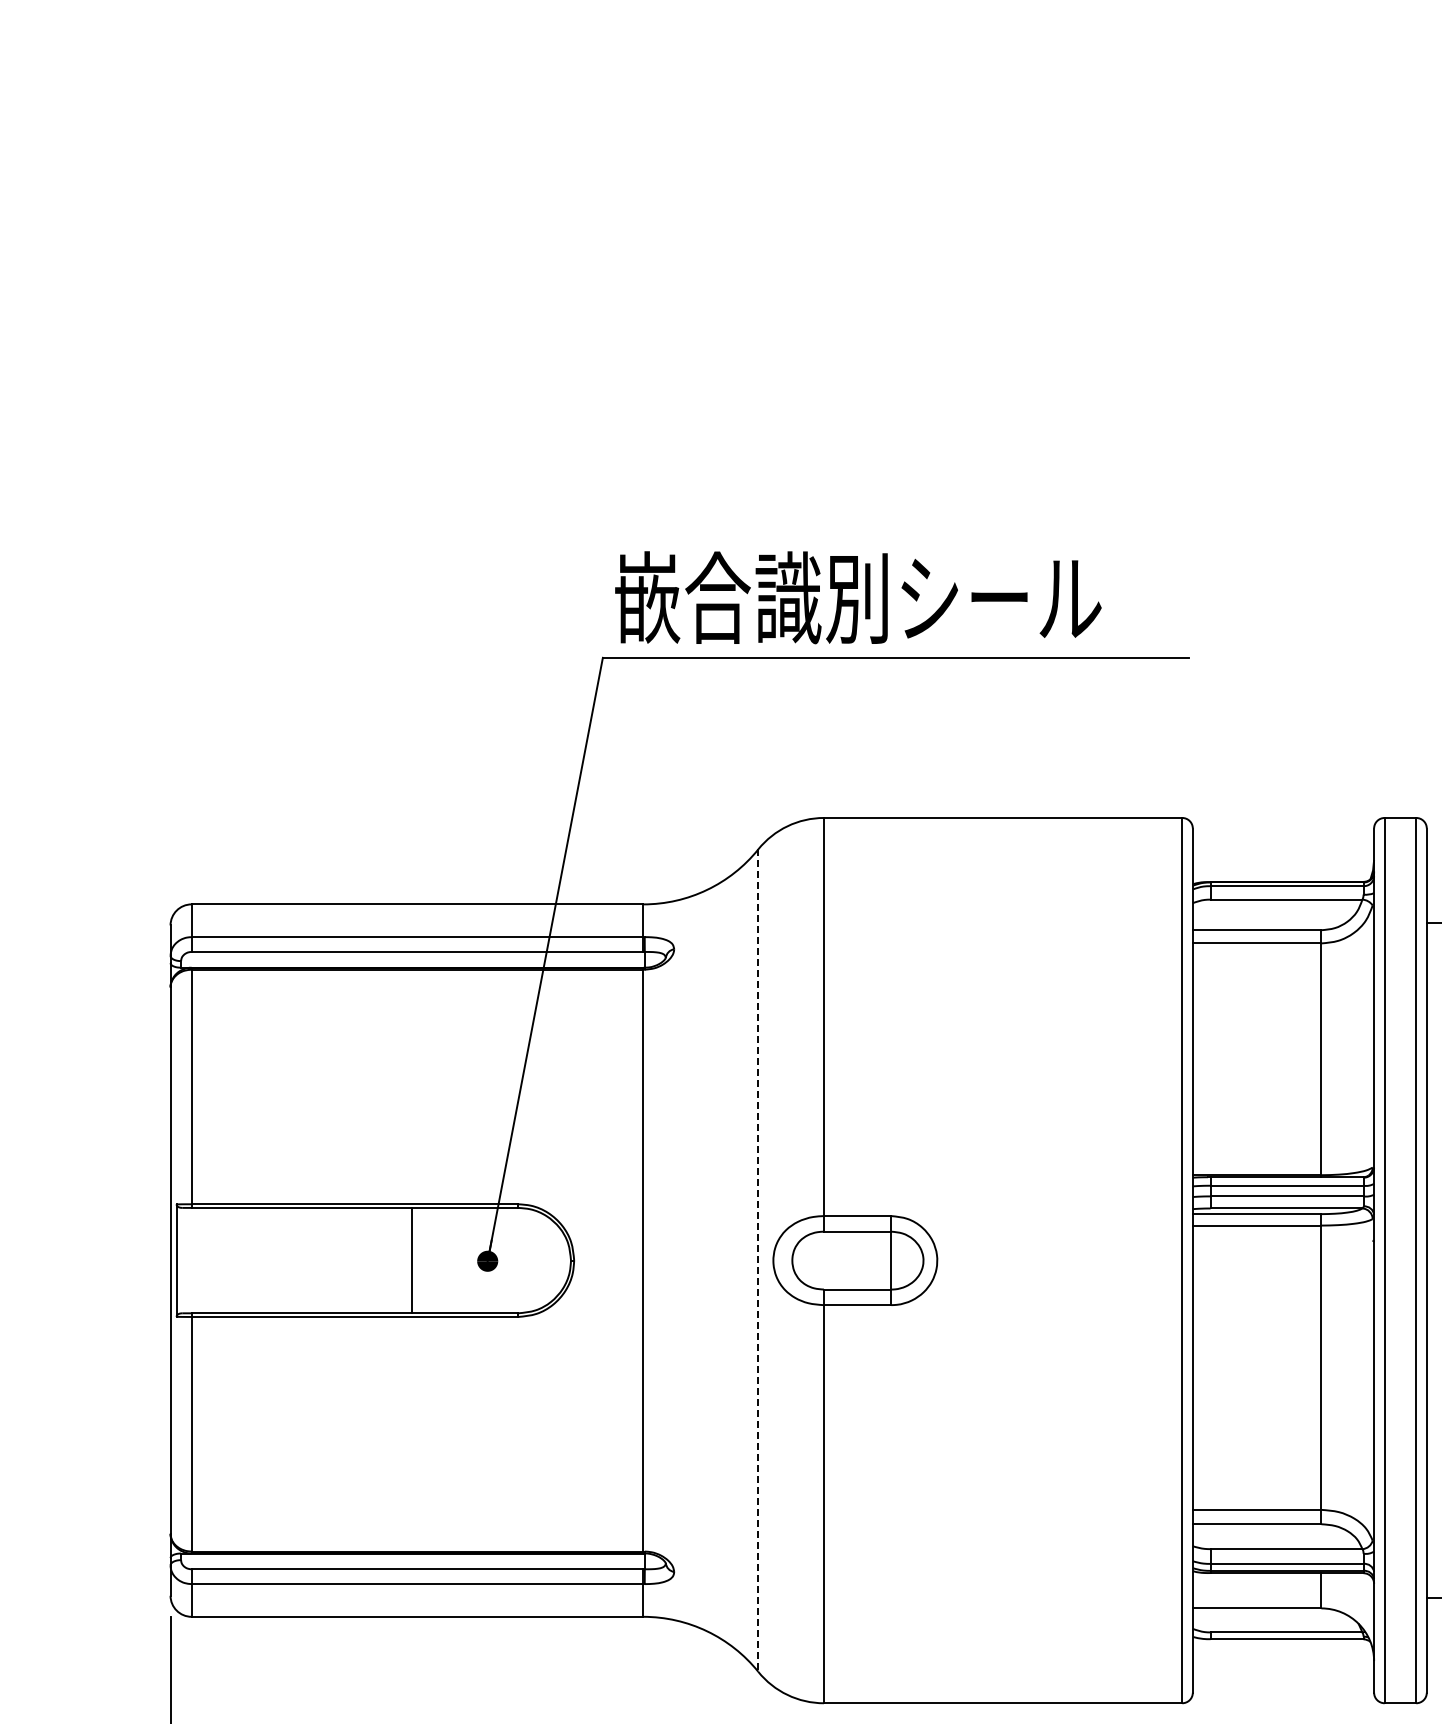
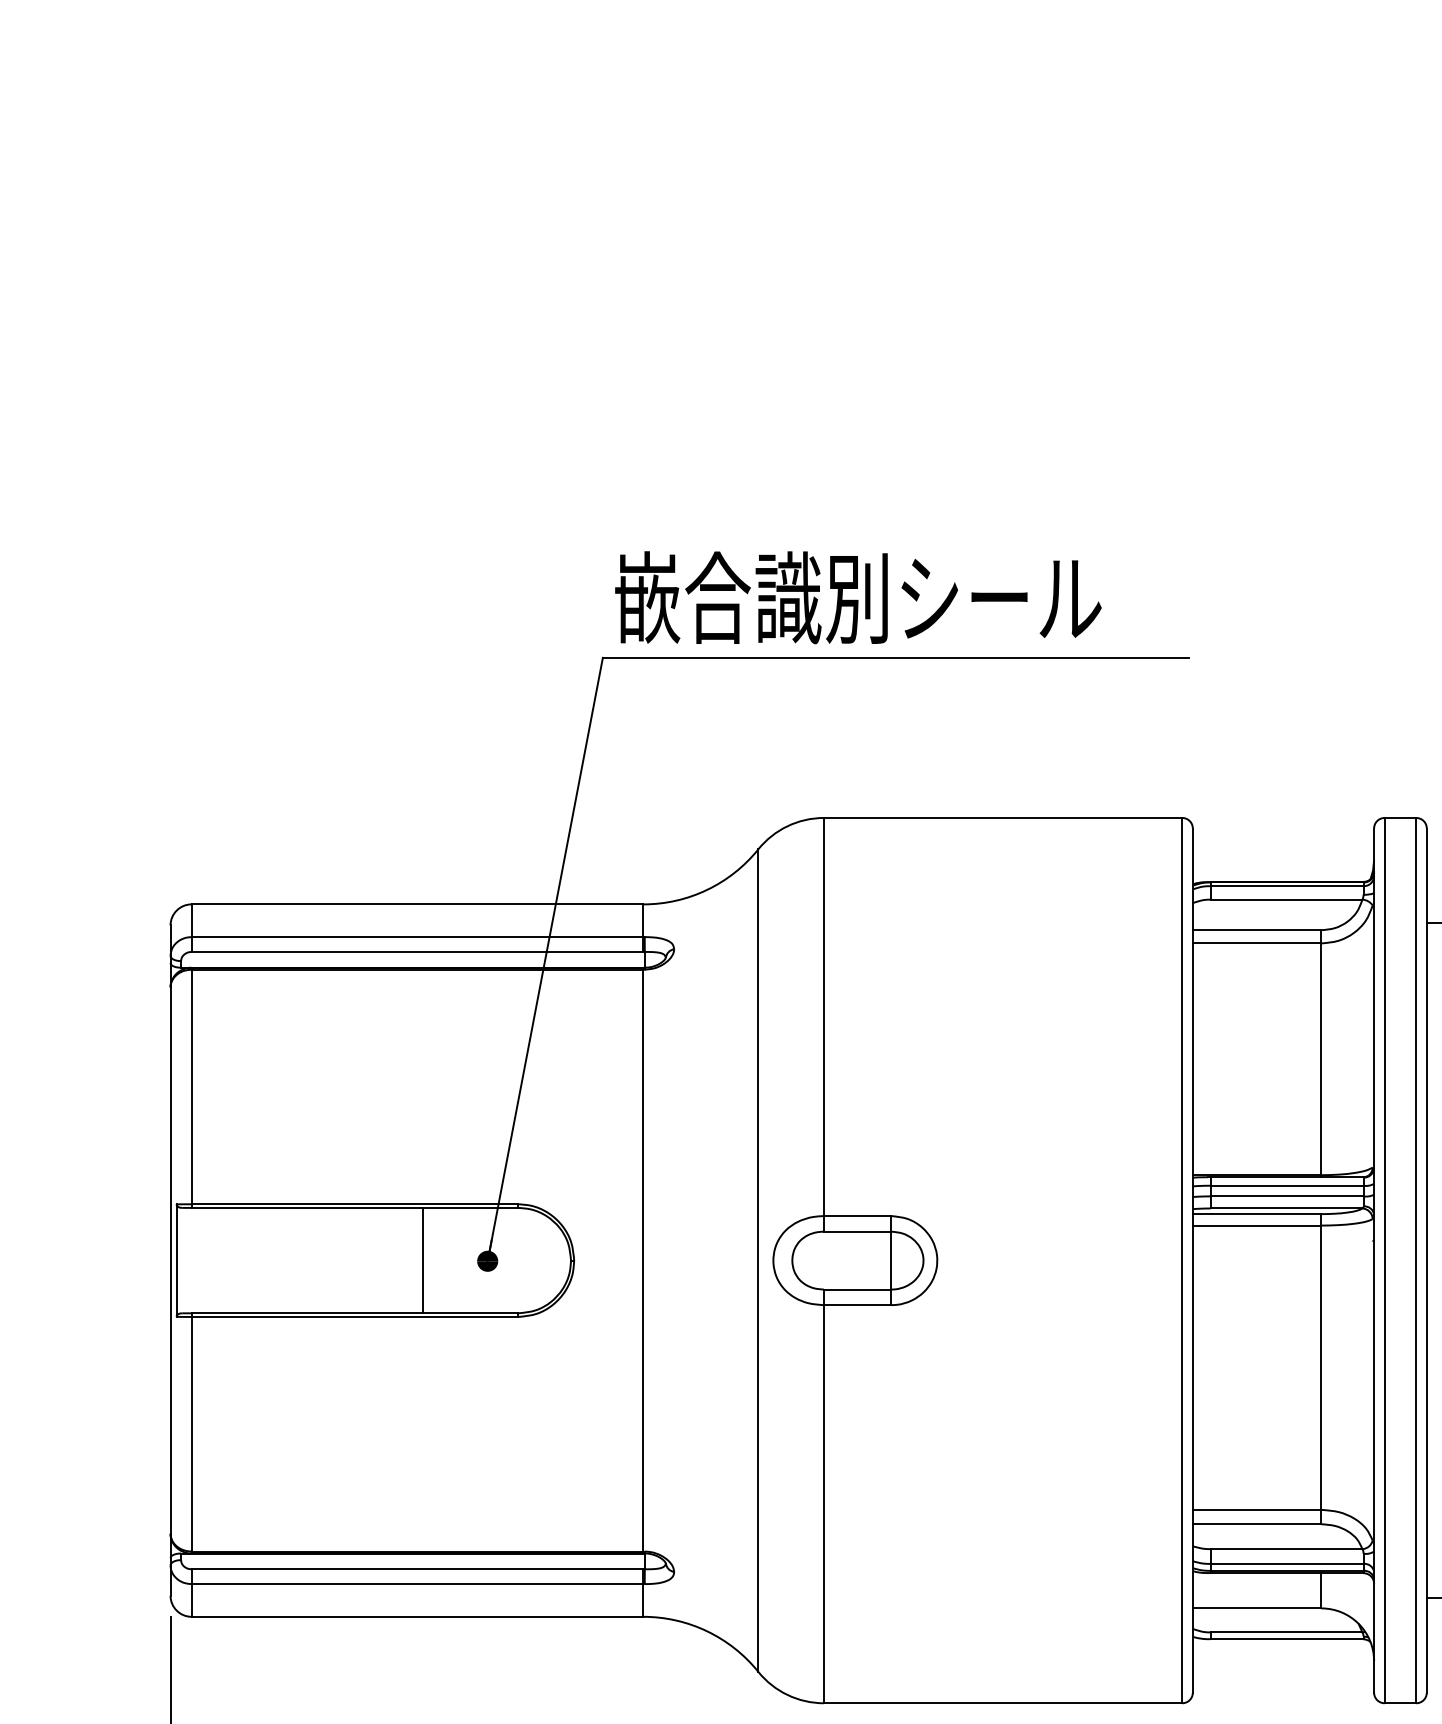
line at (412, 1260) position: (412, 1260) -> (423, 1260)
line at (758, 1261): dashed -> solid
